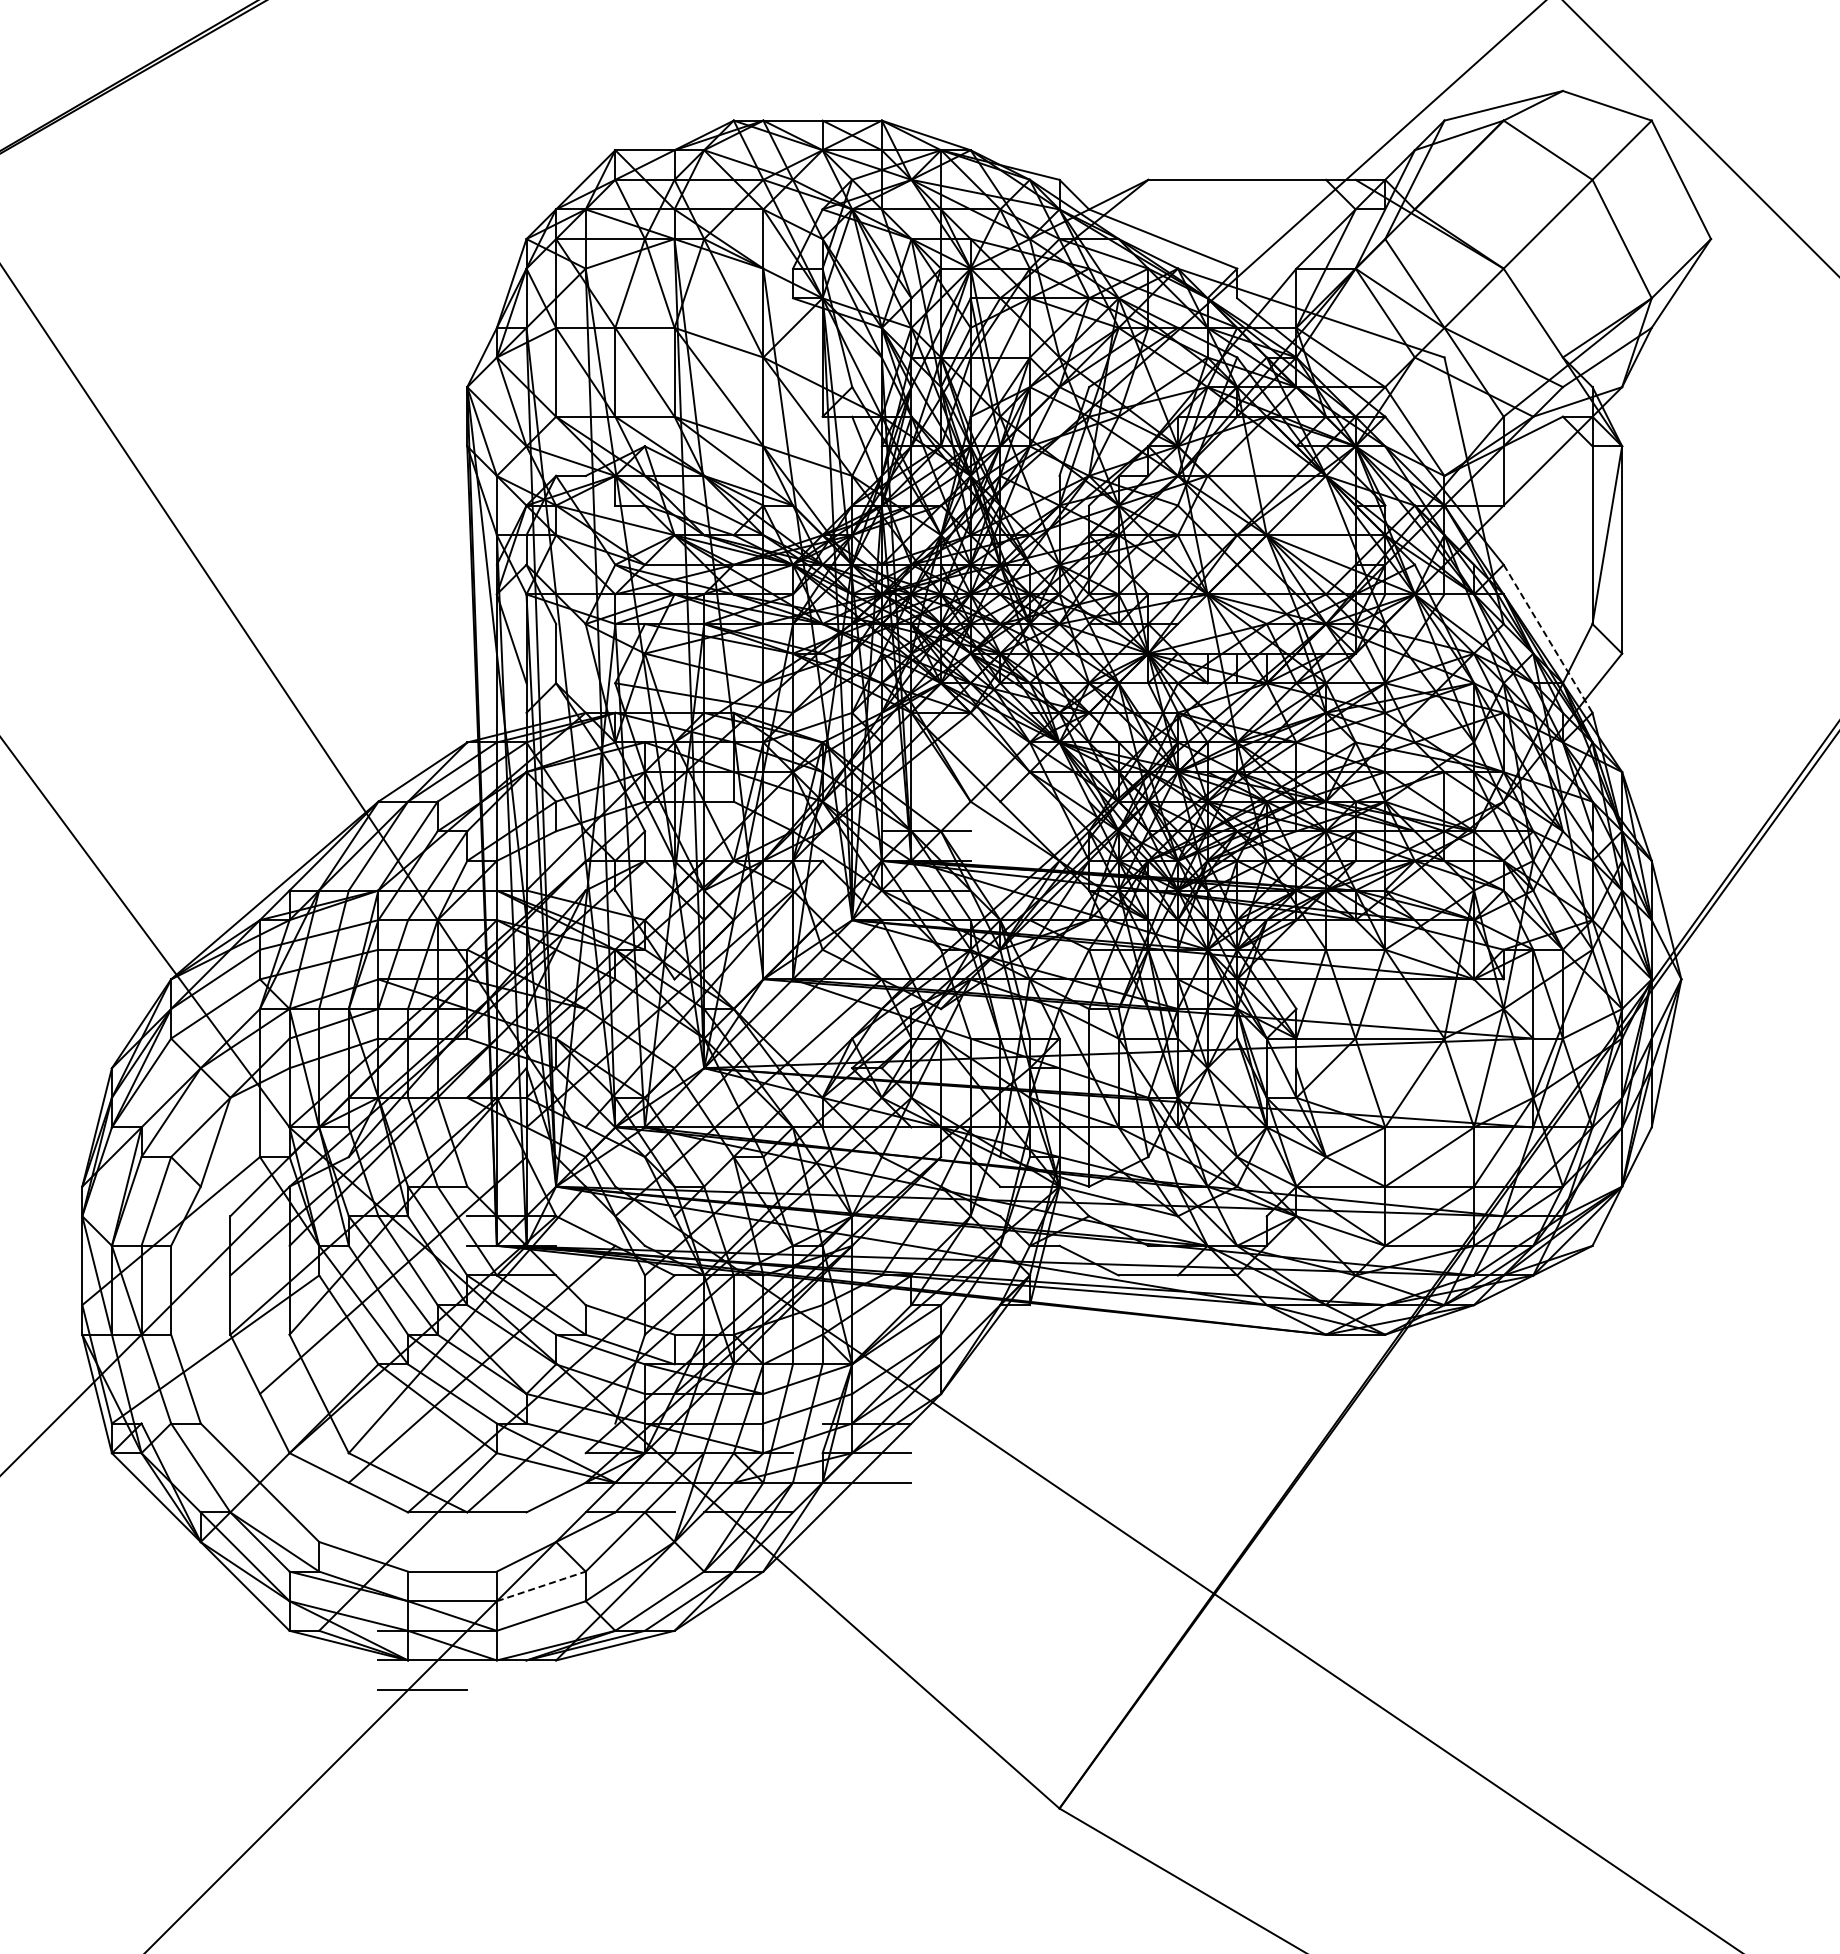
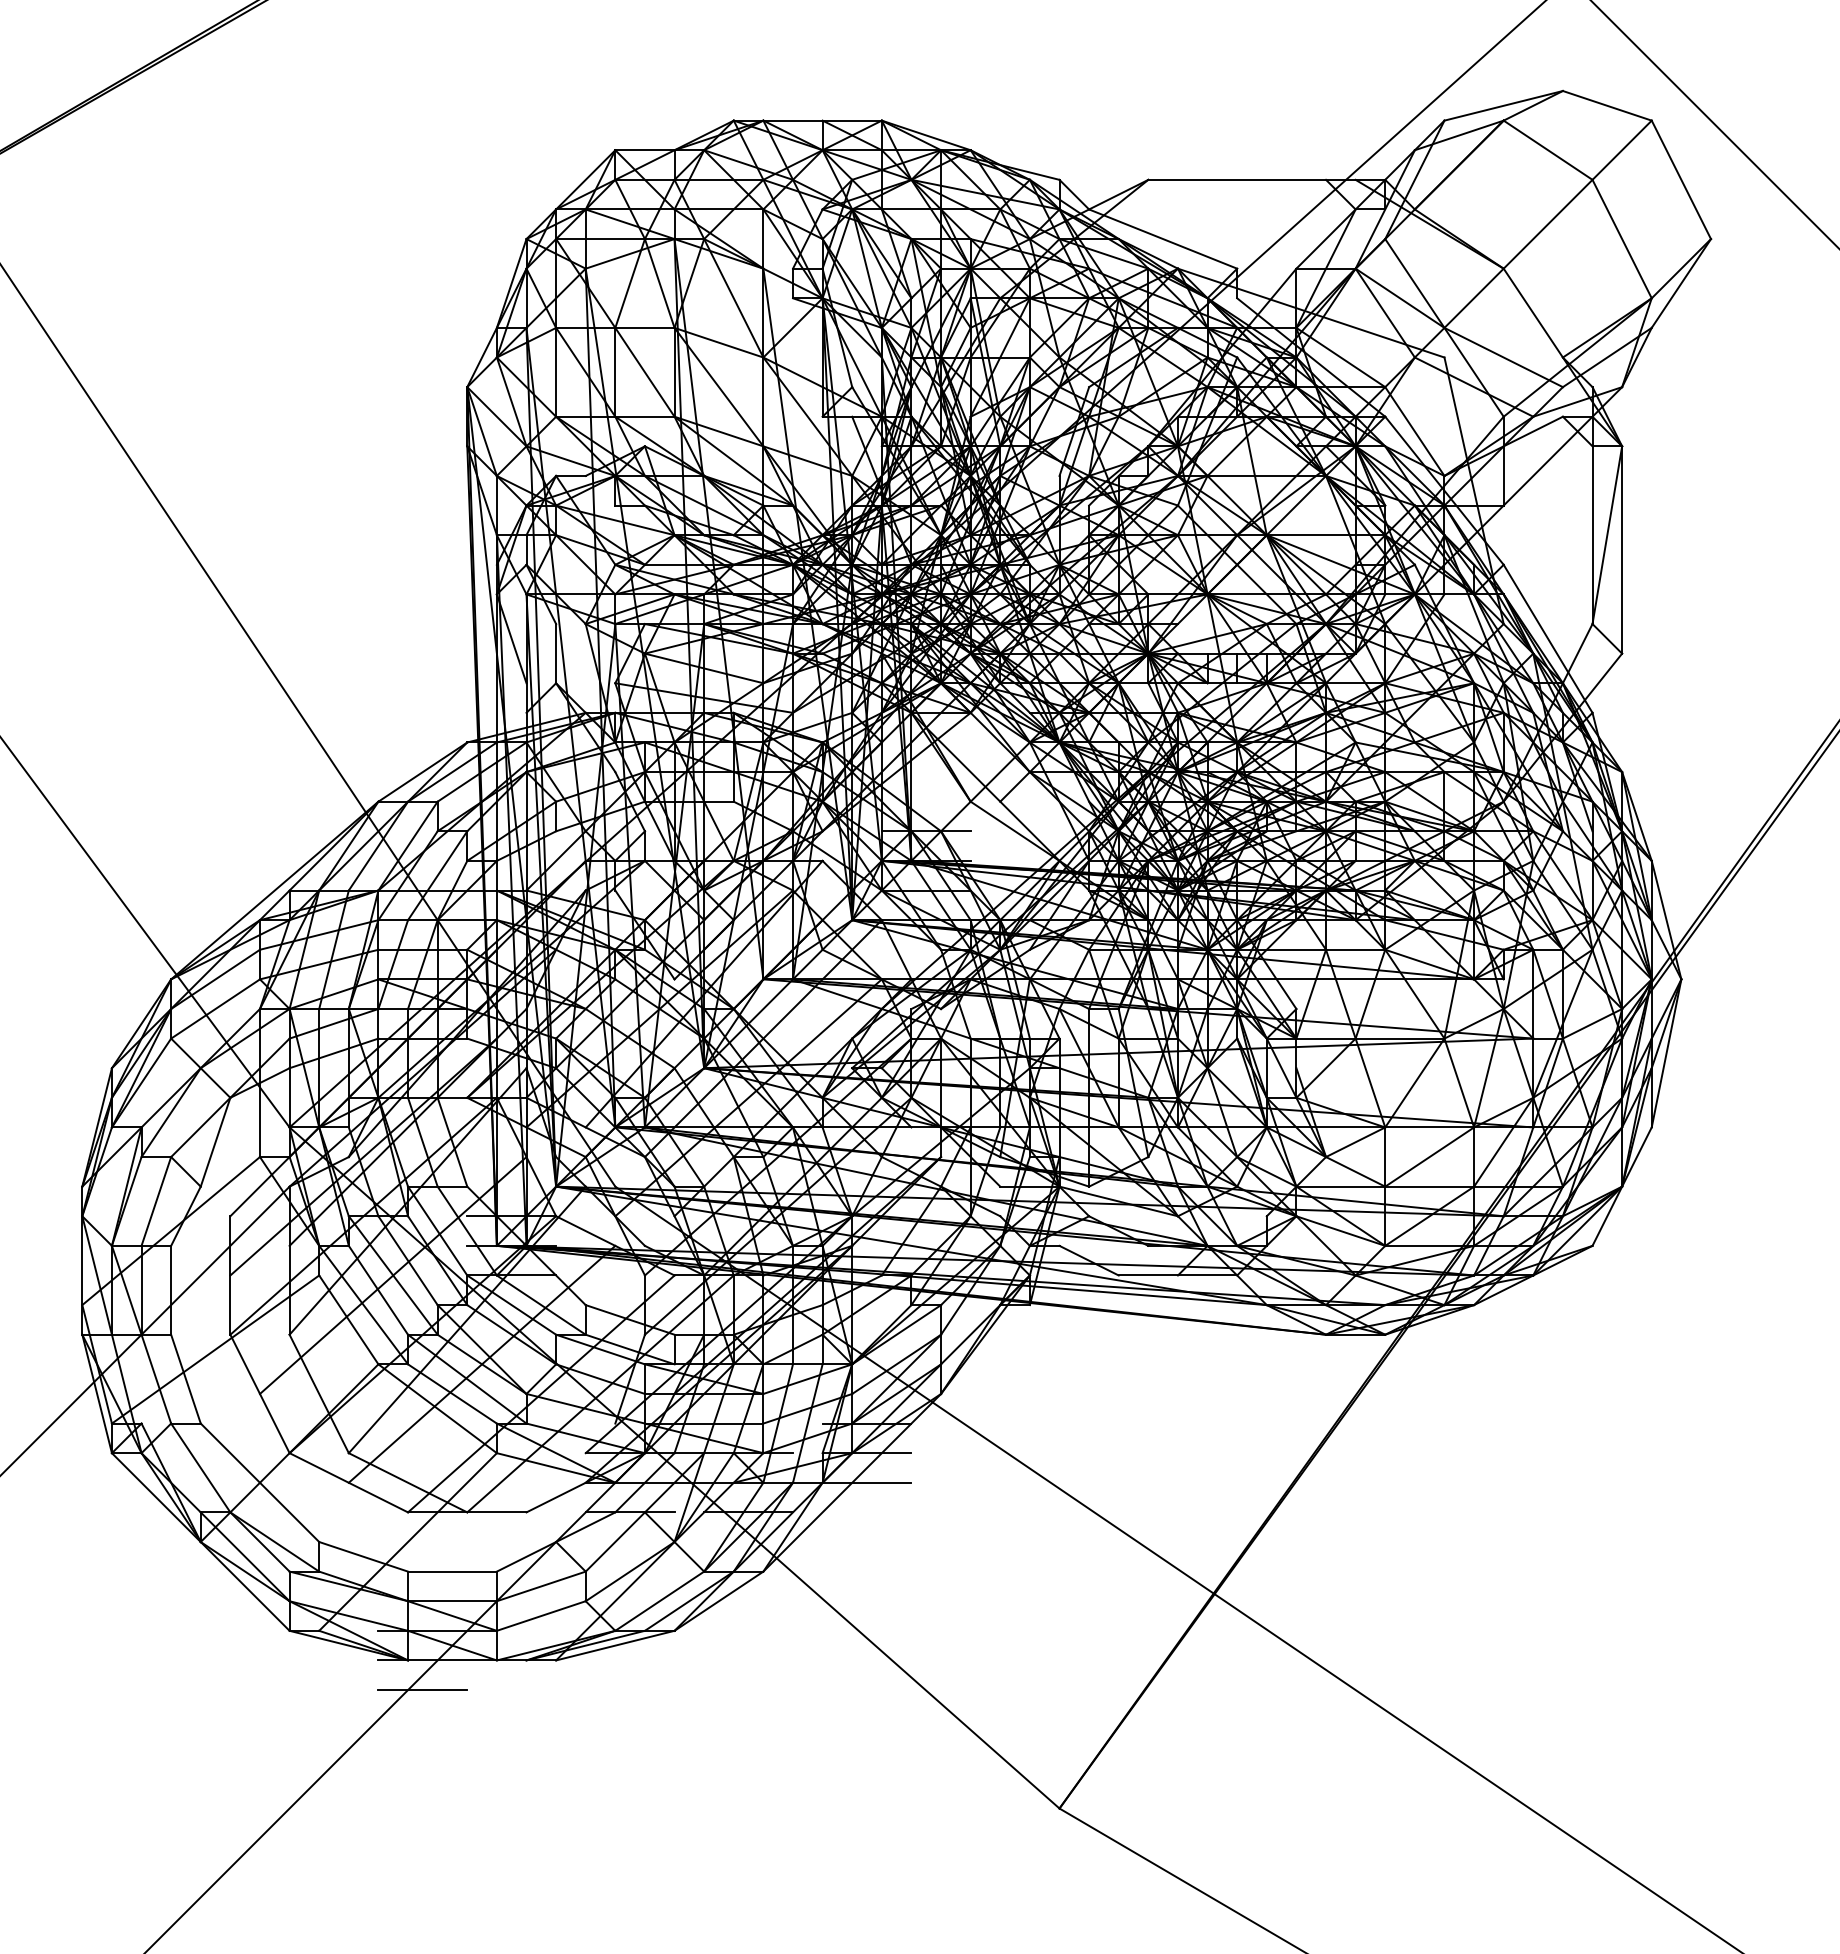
line at (1700, 138) position: (1700, 138) -> (1714, 124)
line at (1548, 639): dashed -> solid
line at (541, 1586): dashed -> solid
